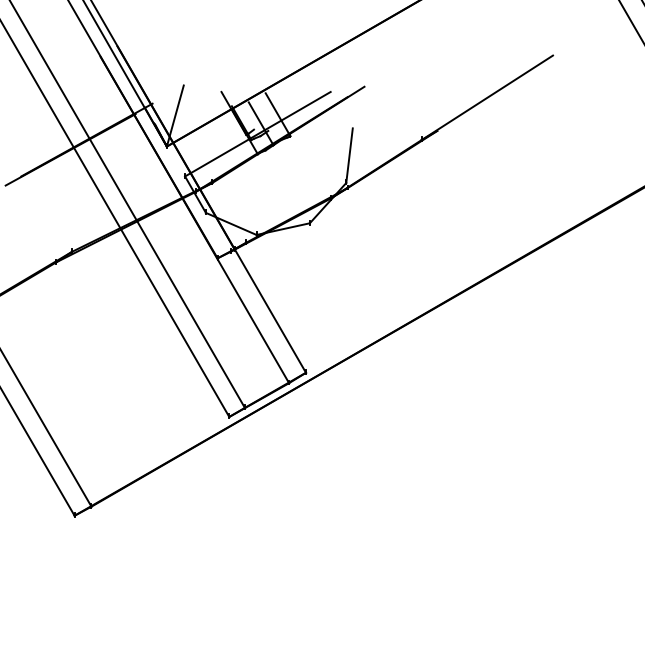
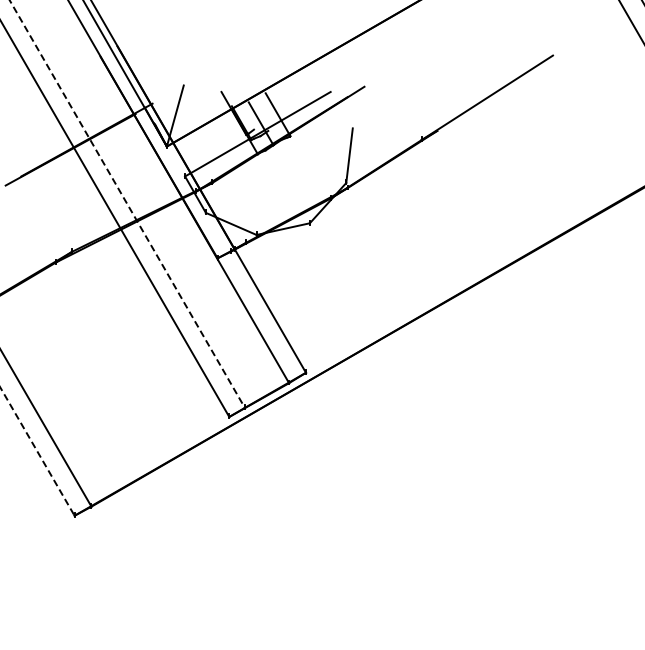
line at (127, 204): solid -> dashed
line at (37, 451): solid -> dashed
